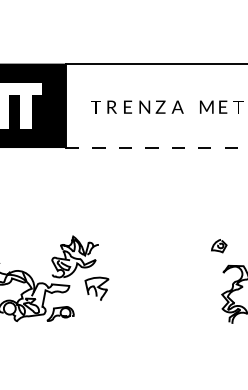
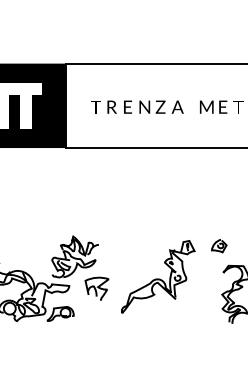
line at (156, 147): dashed -> solid
part at (158, 276): none -> present
